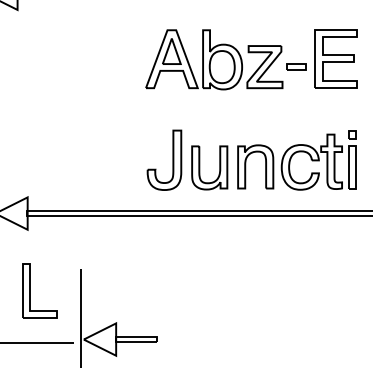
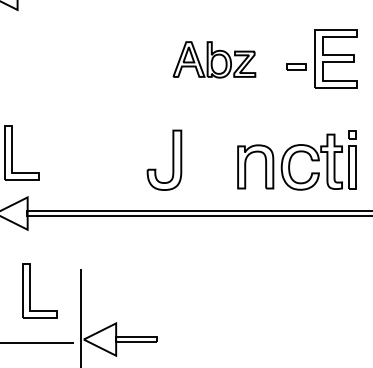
part at (214, 59) size: 139x62 px -> 85x38 px
part at (12, 152): none -> present
part at (200, 167): present -> none
